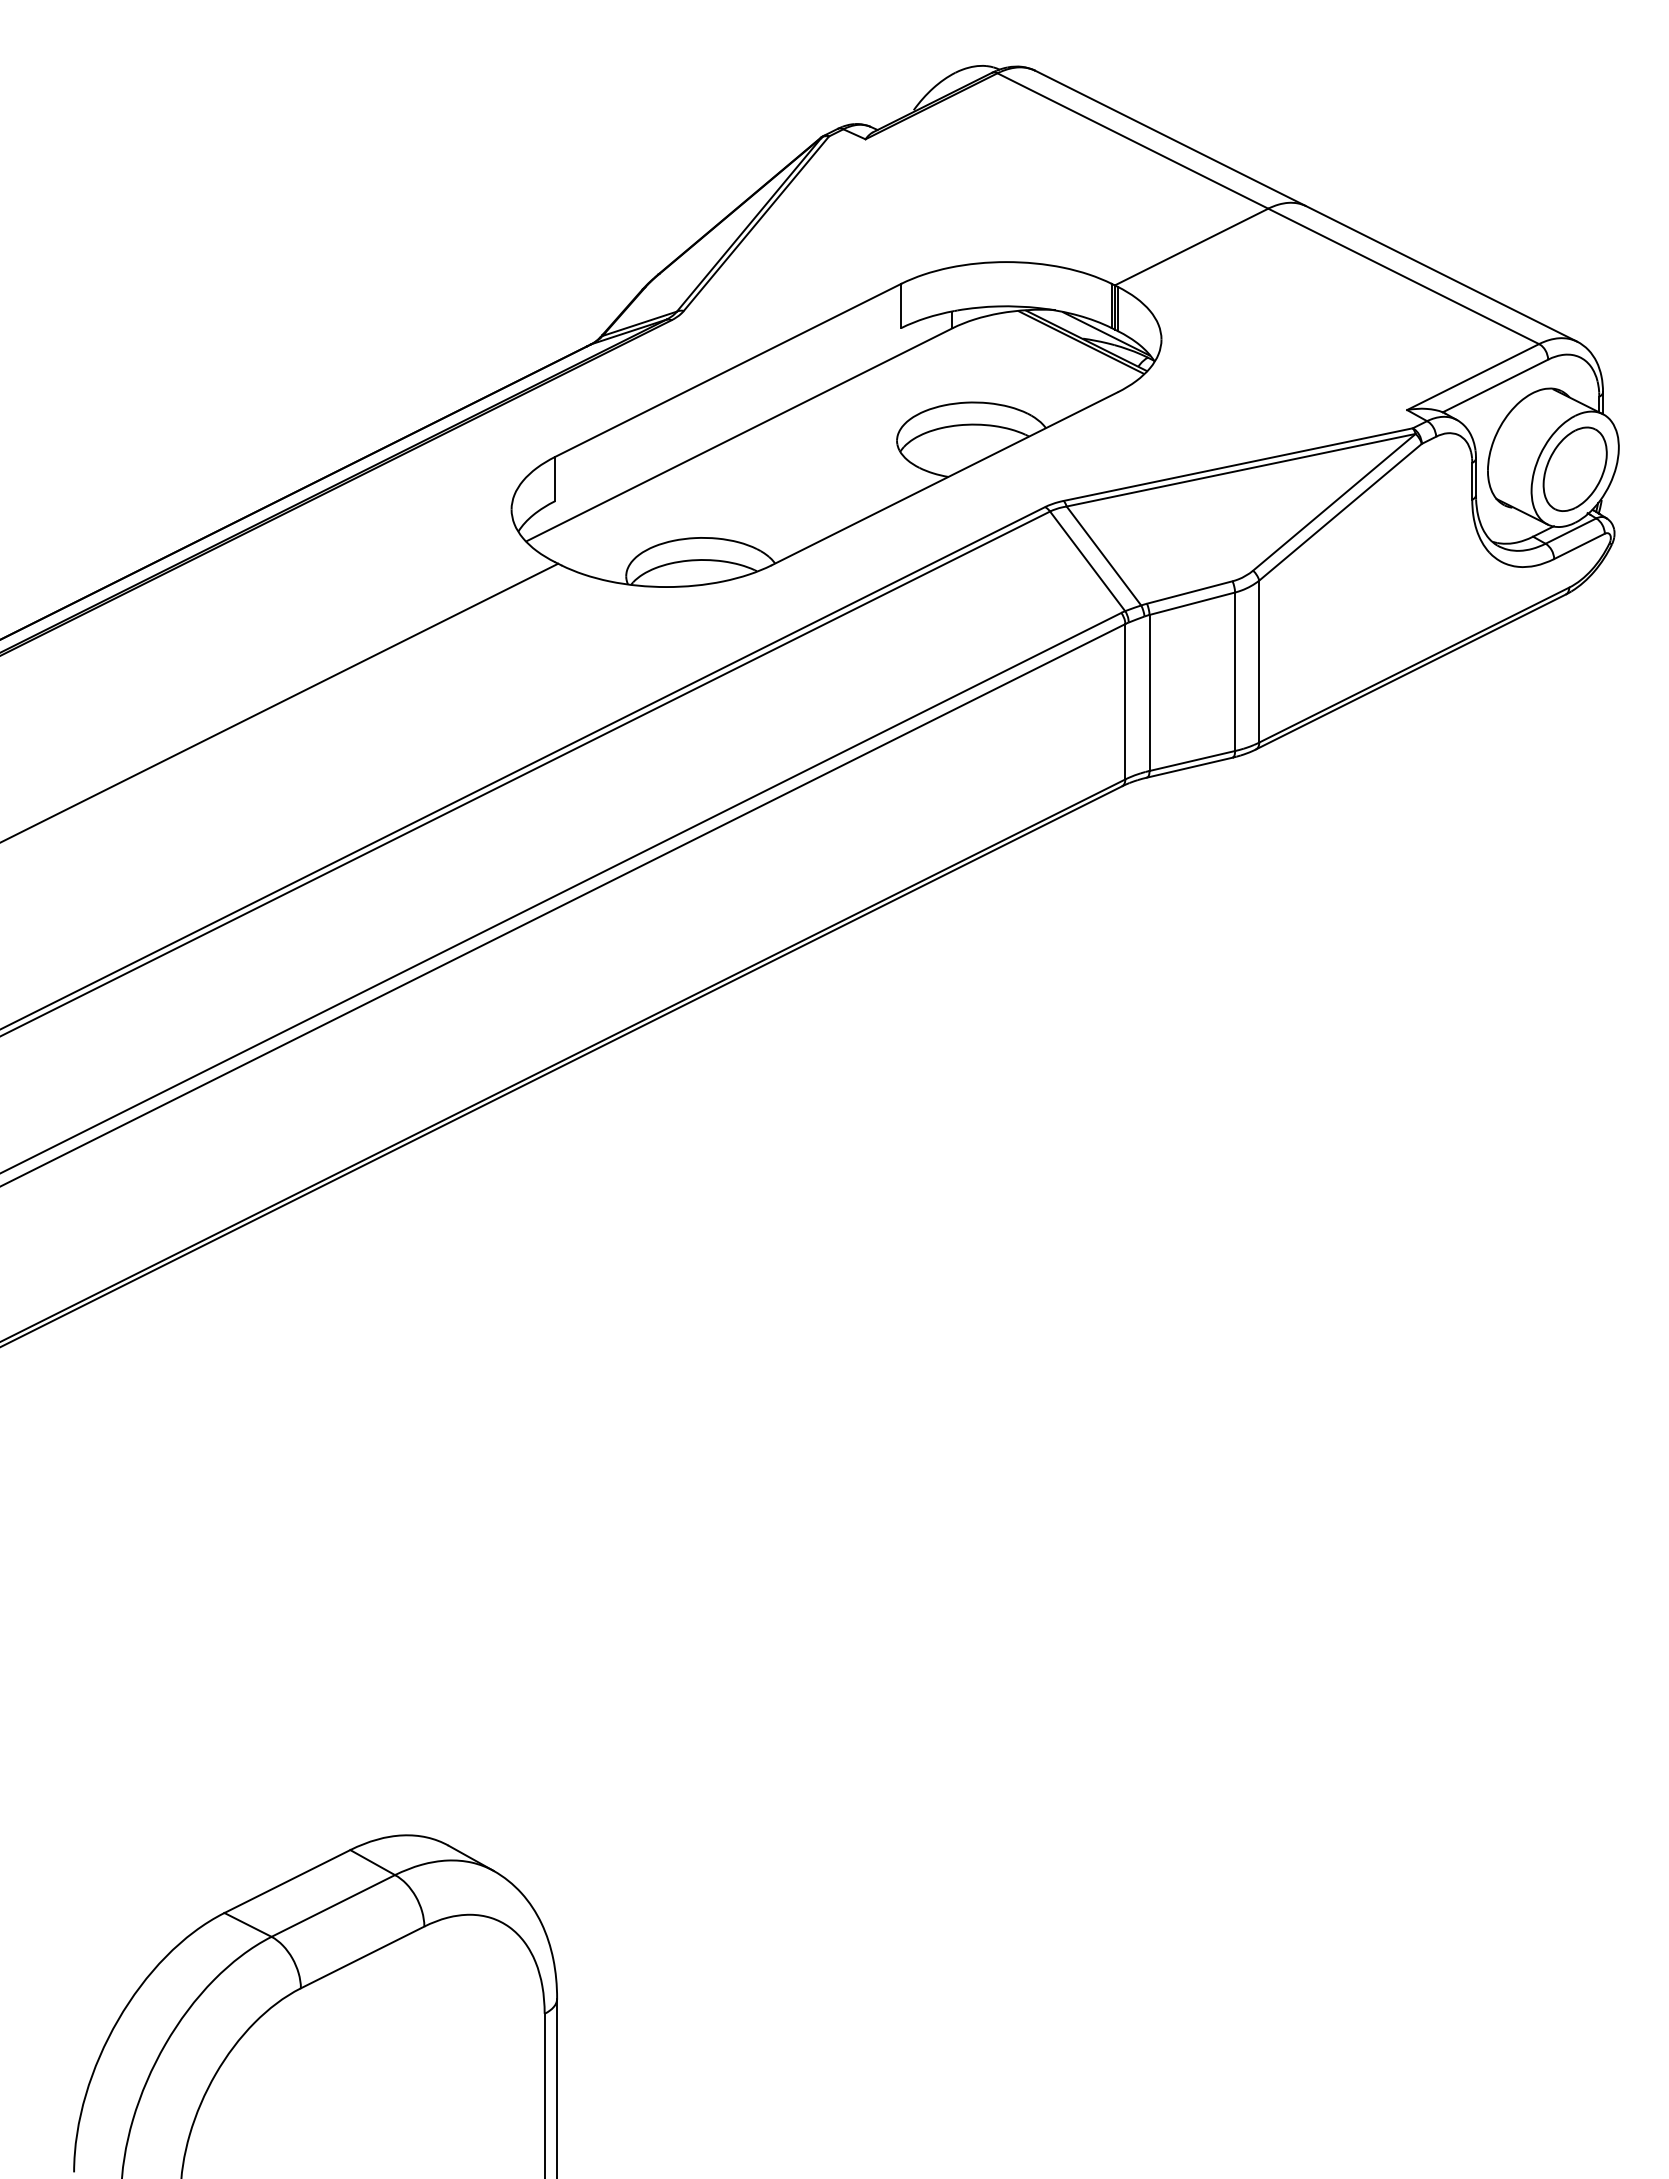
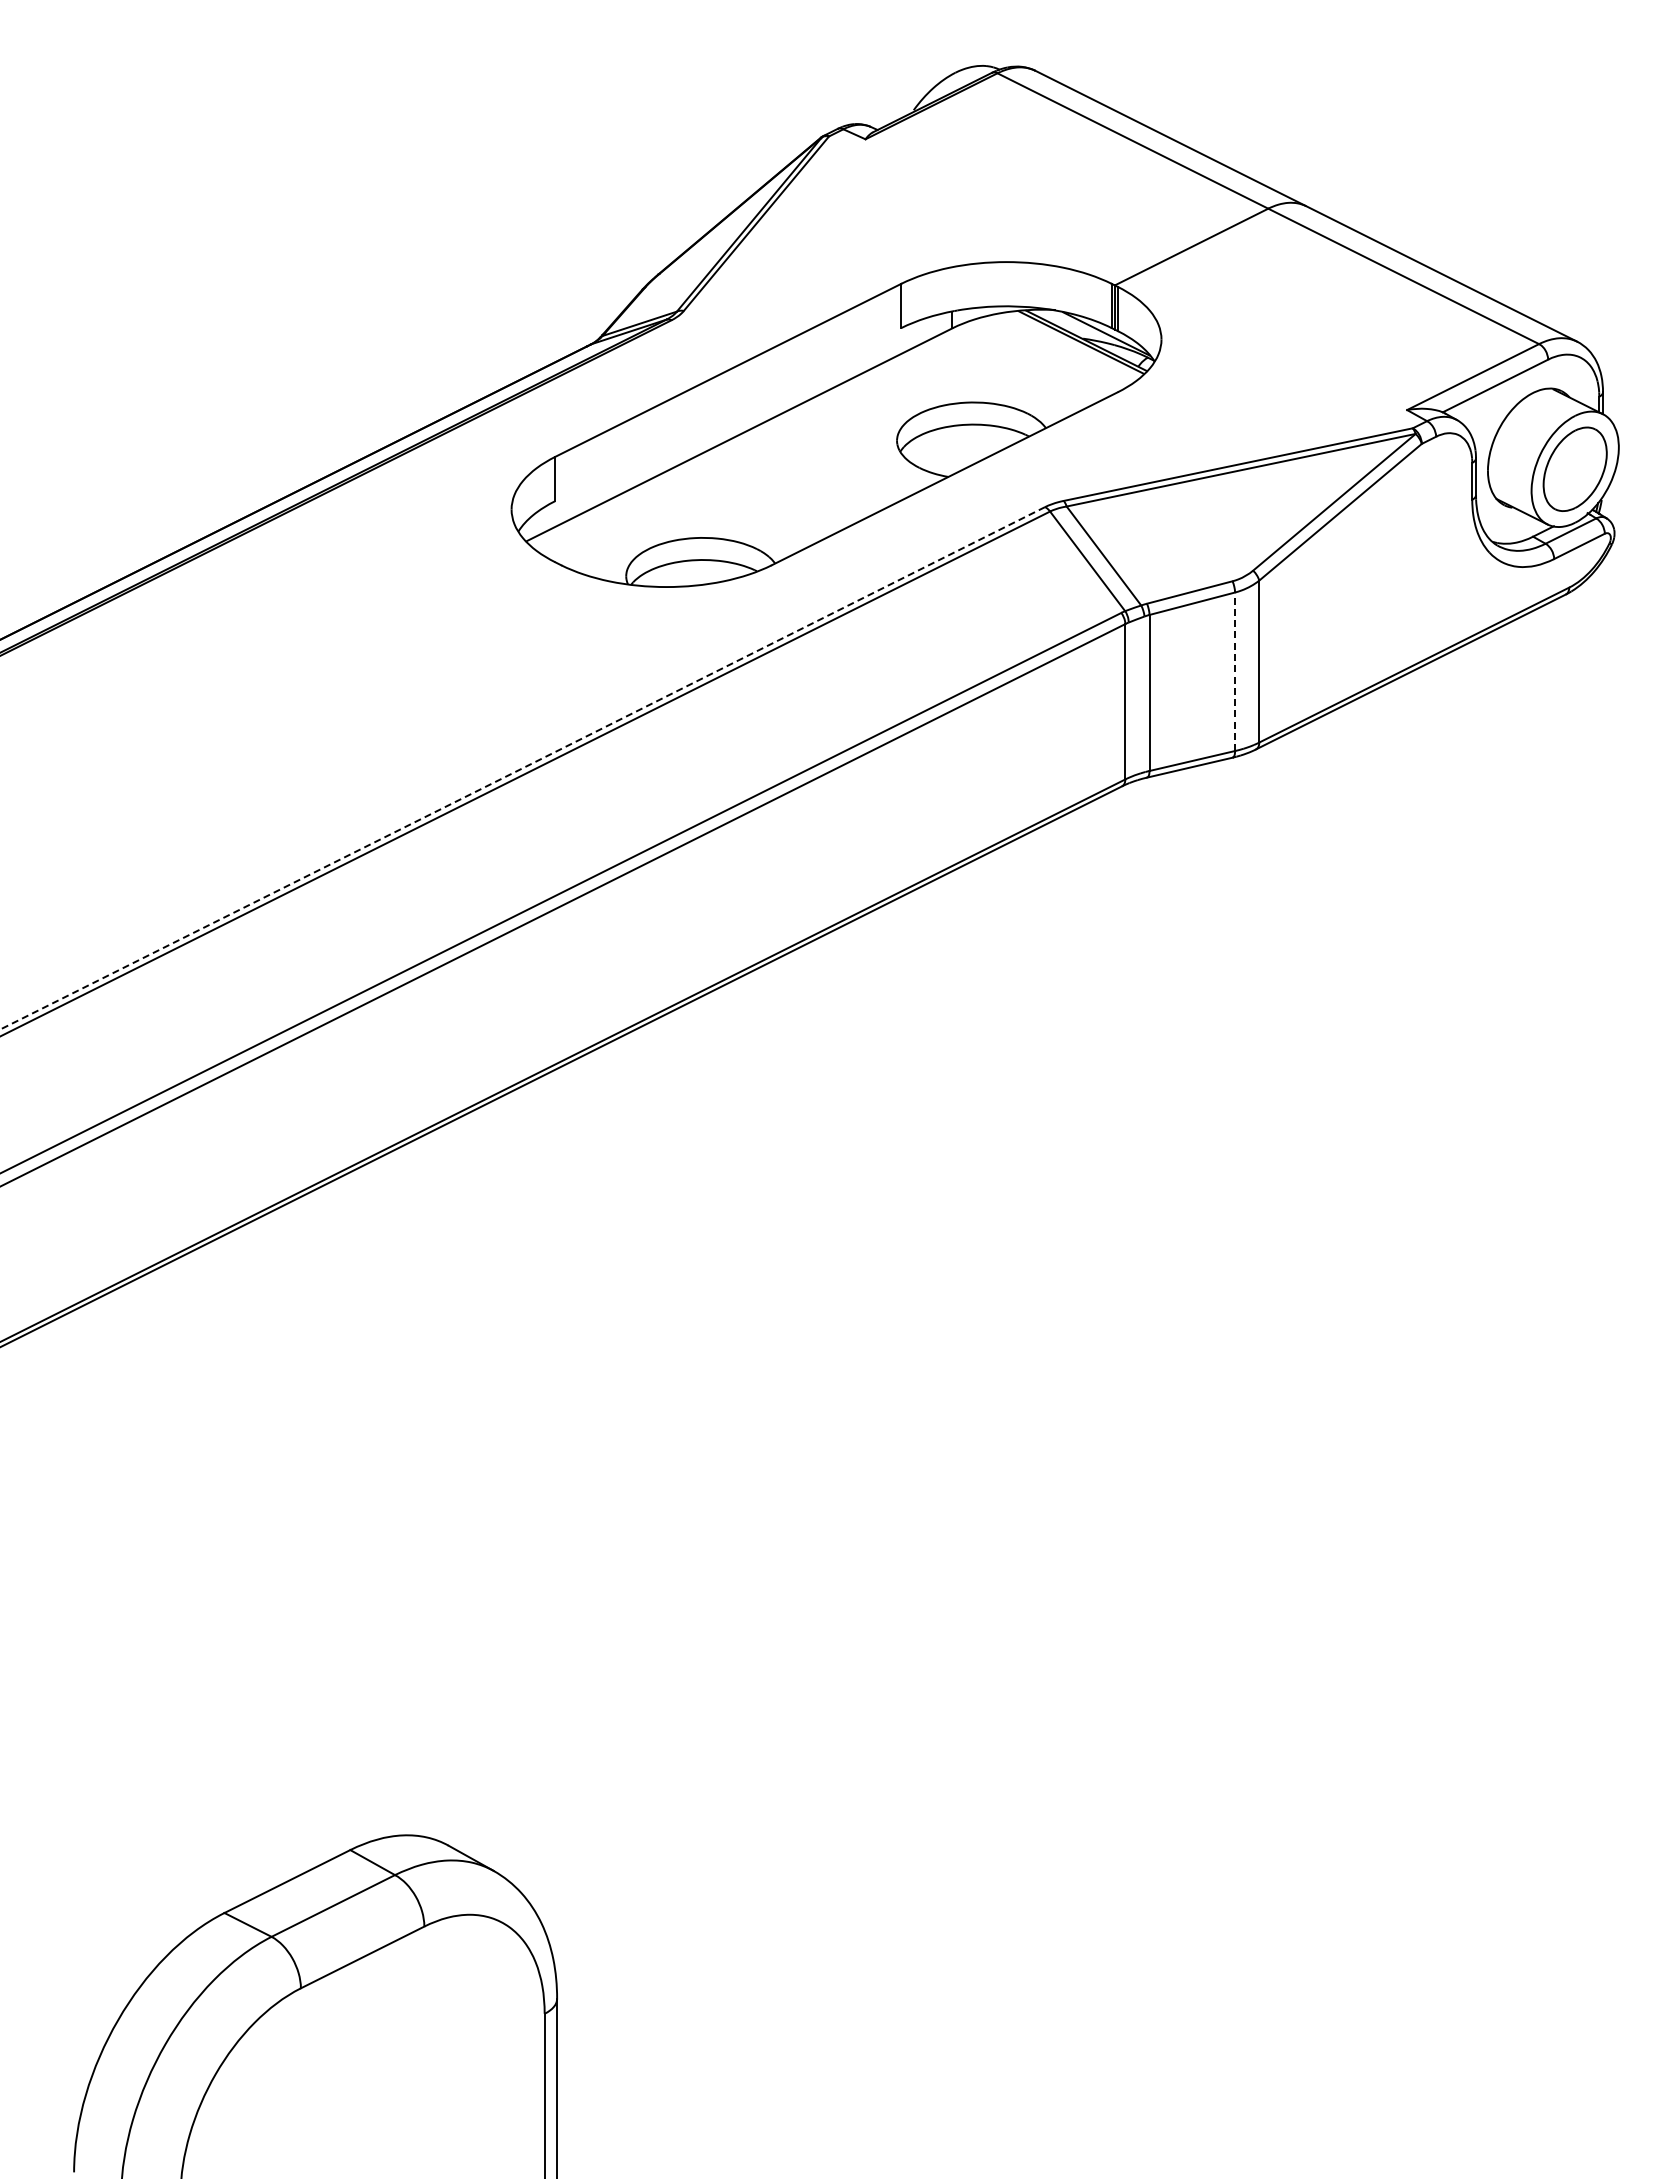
line at (1235, 671): solid -> dashed
line at (280, 702): present -> none
line at (522, 768): solid -> dashed
